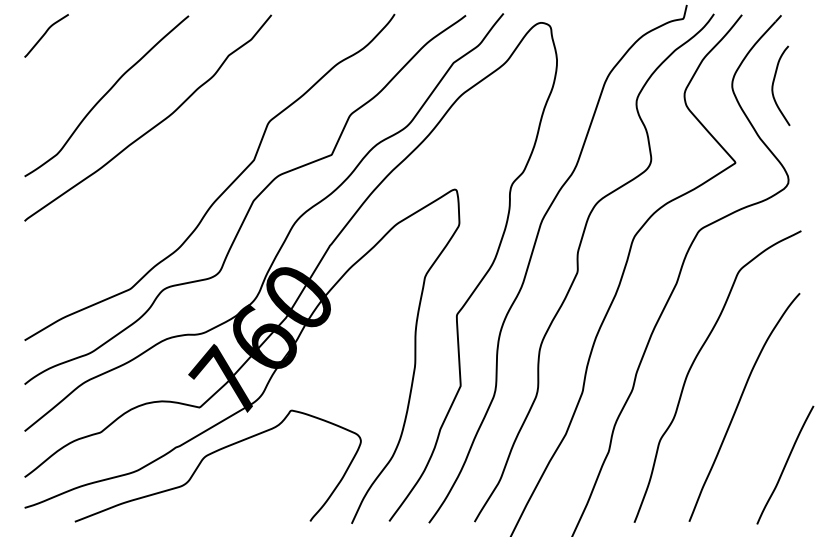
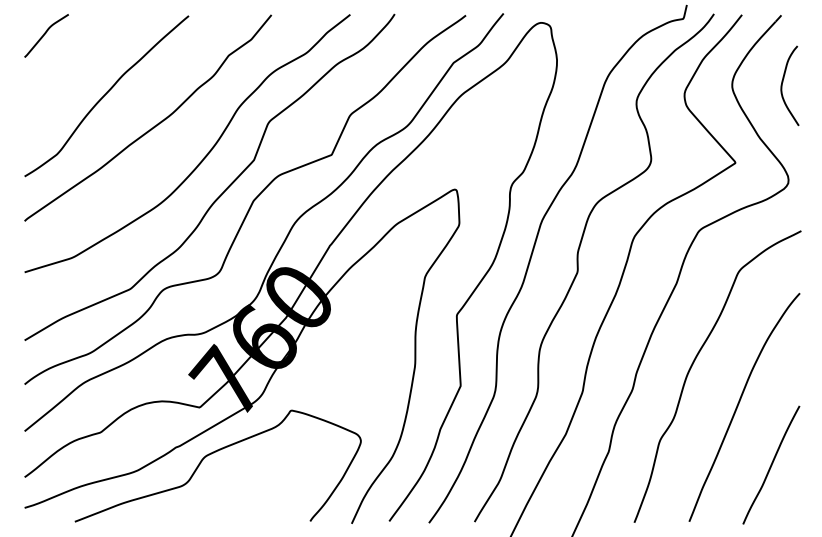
curve at (774, 82) position: (774, 82) -> (783, 82)
curve at (203, 157): none -> present
curve at (785, 464) position: (785, 464) -> (771, 464)
